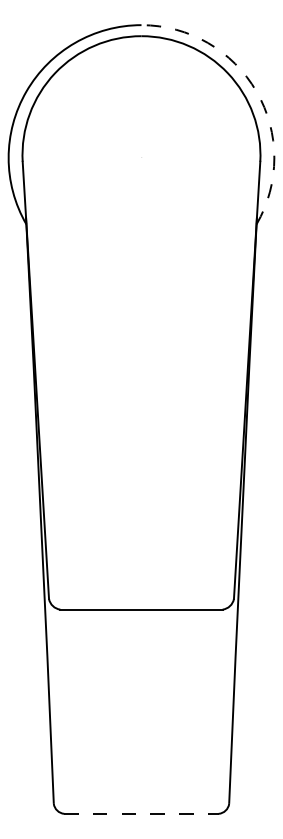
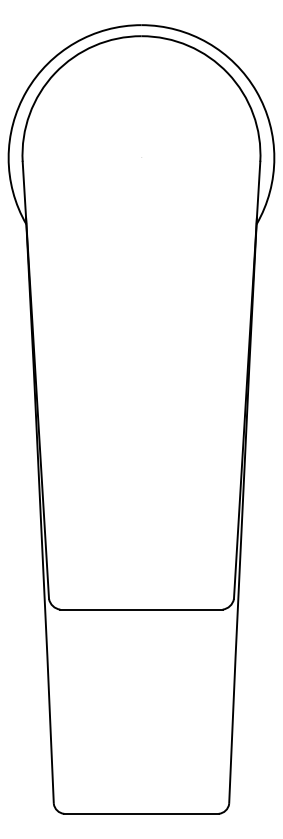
arc at (256, 91): dashed -> solid
line at (141, 813): dashed -> solid
